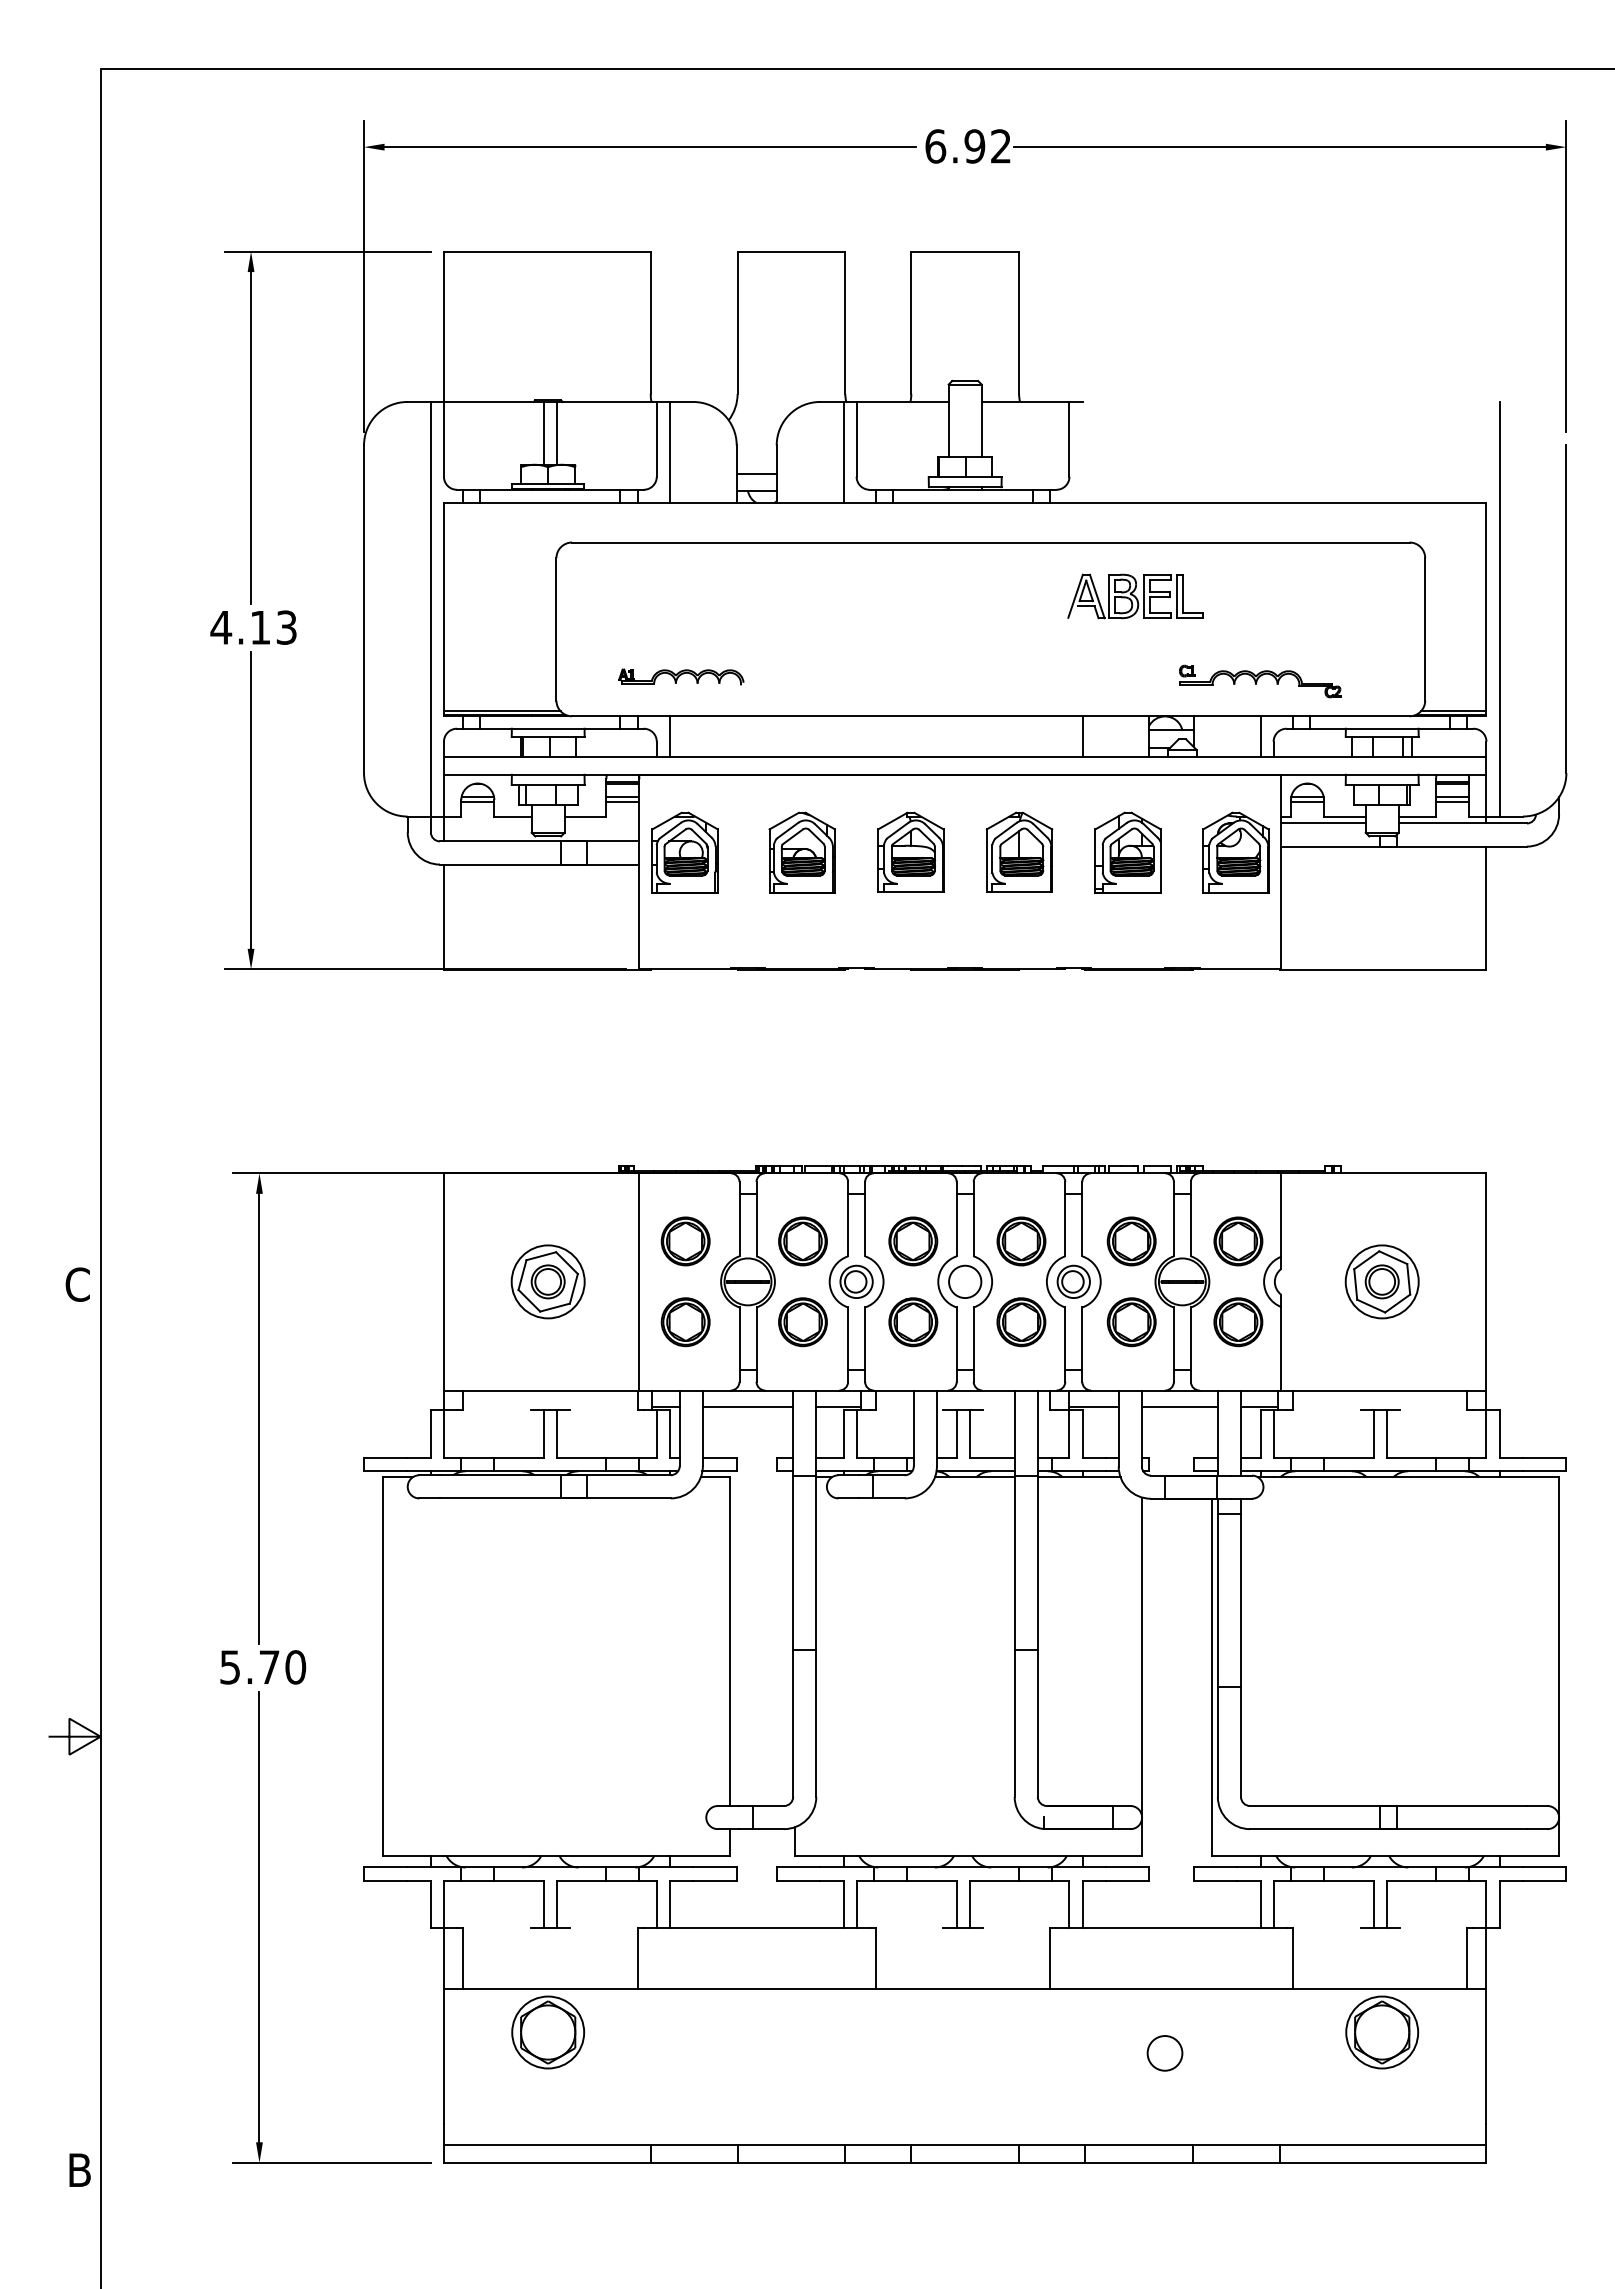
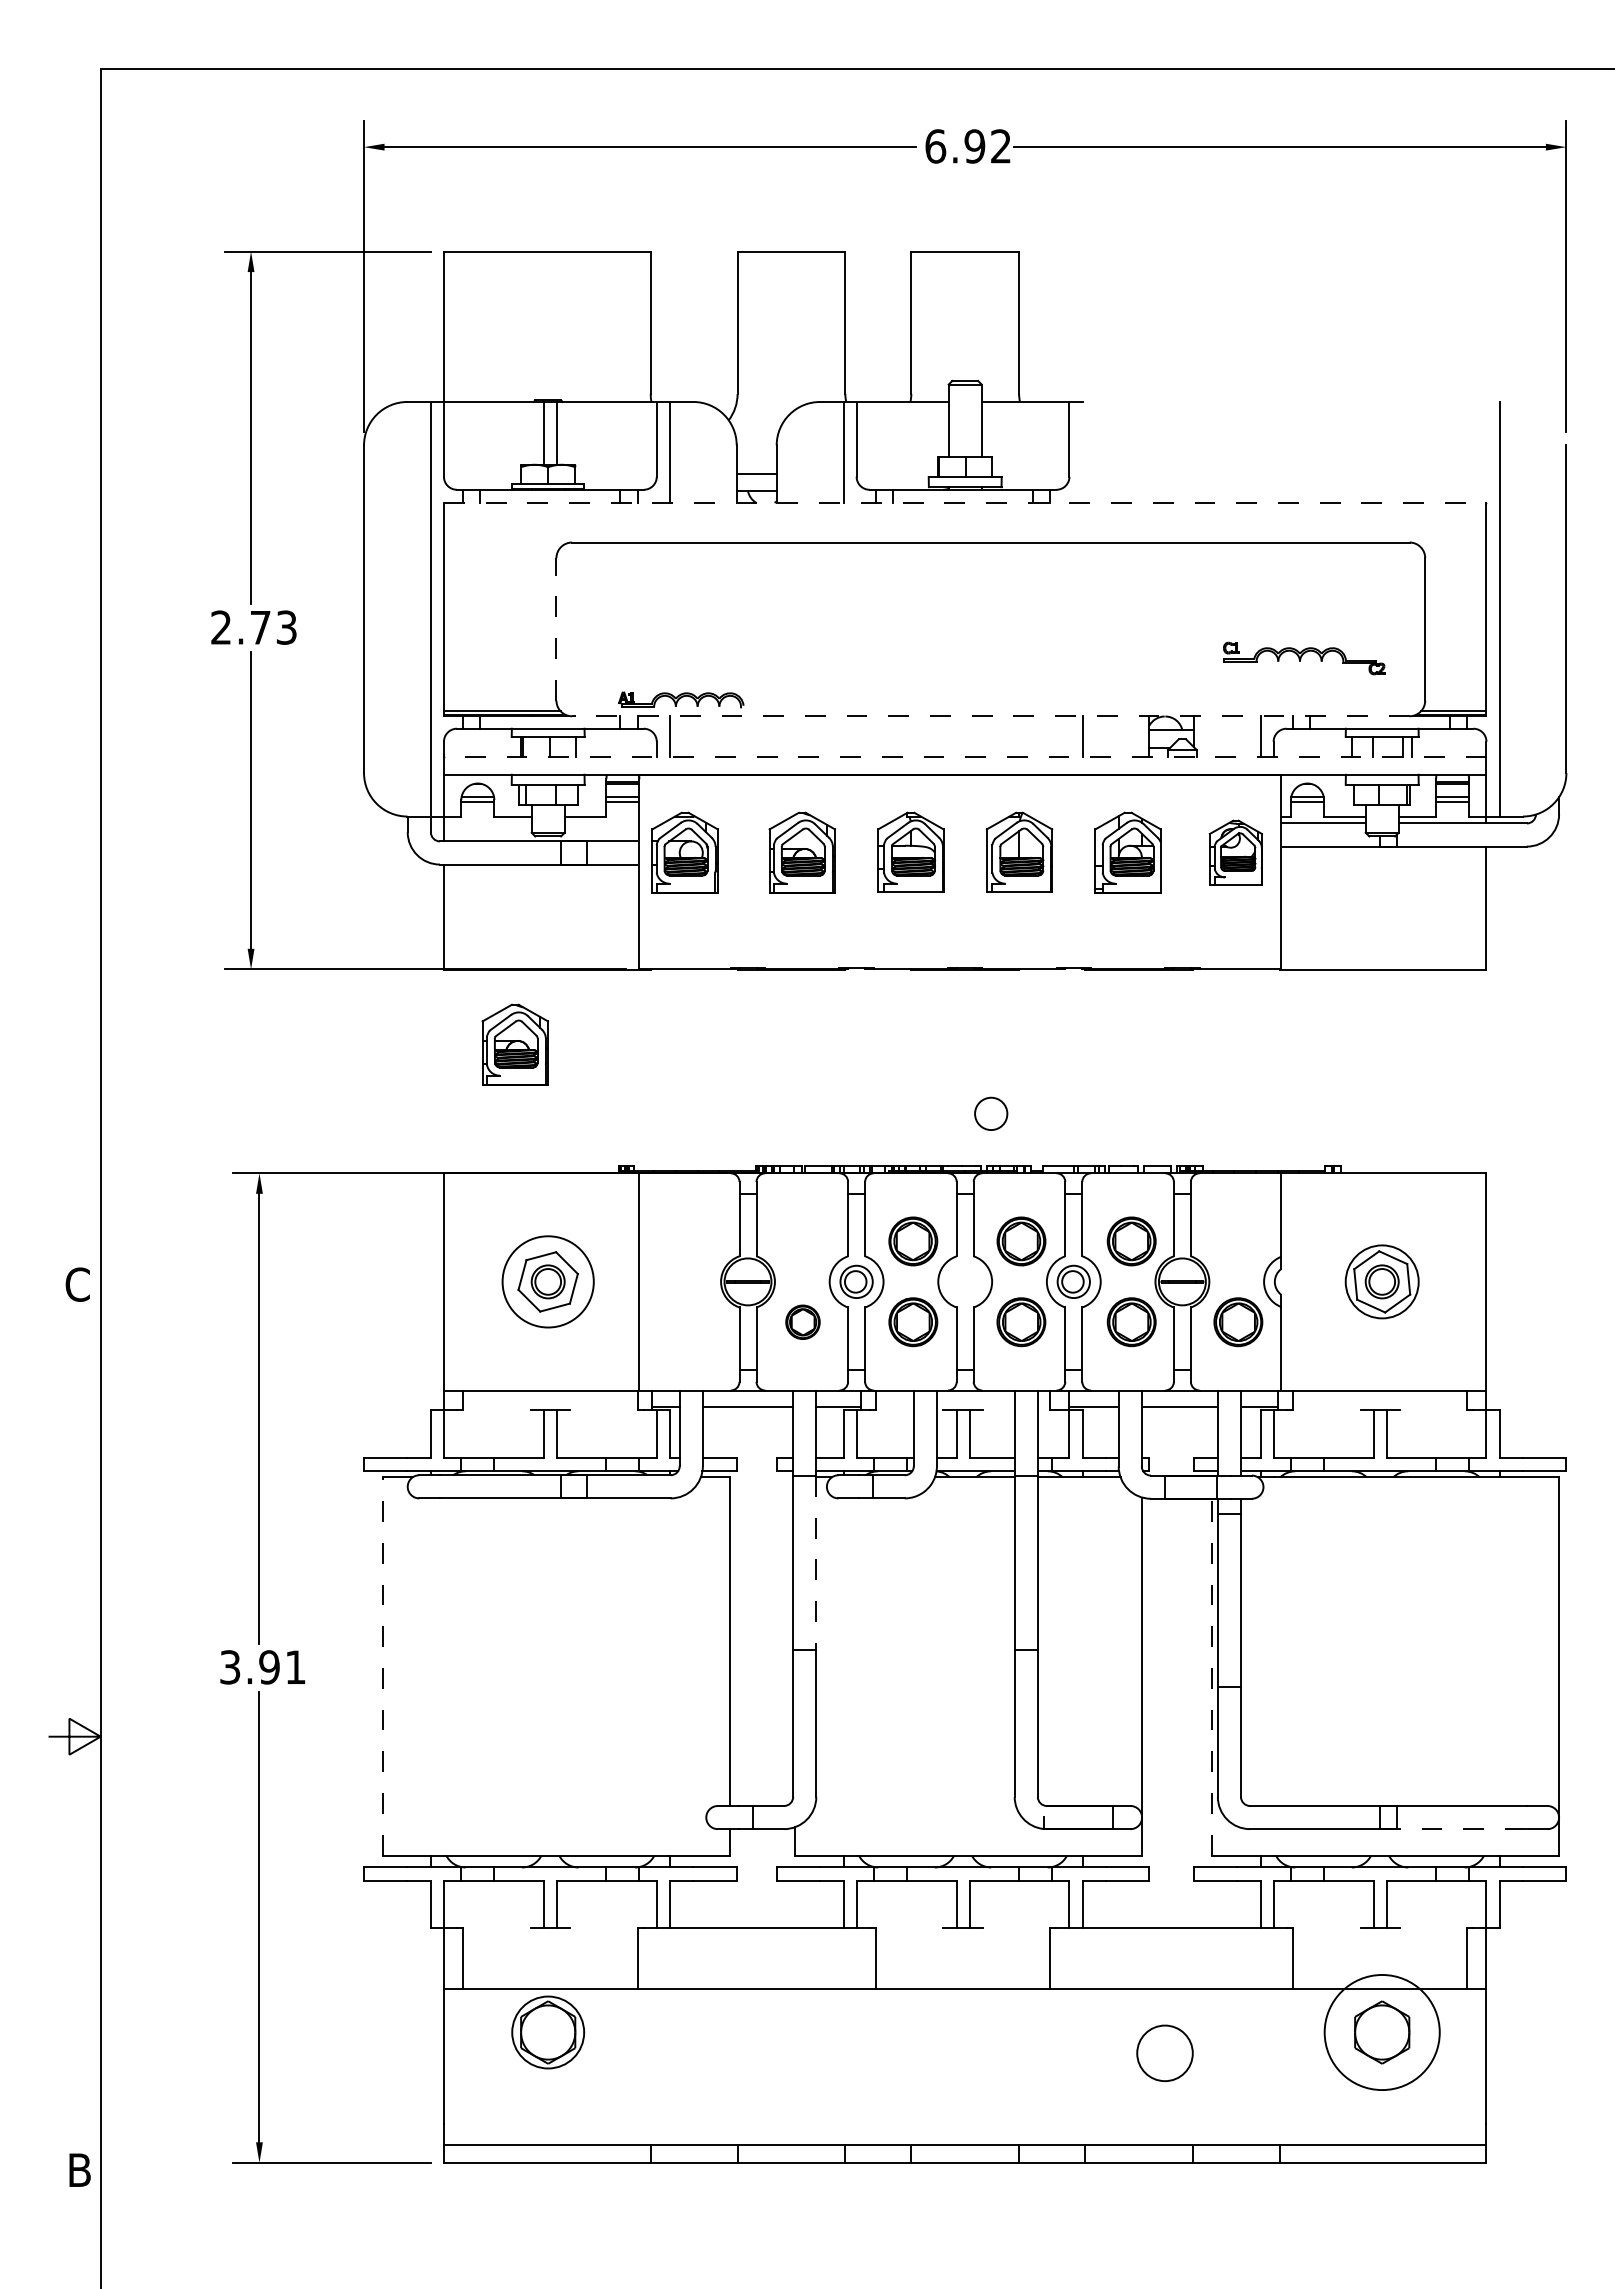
line at (965, 502): solid -> dashed
part at (1135, 596): present -> none
text at (240, 627): 4.13 -> 2.73
line at (556, 628): solid -> dashed
part at (681, 676) position: (681, 676) -> (681, 699)
part at (1260, 681) position: (1260, 681) -> (1304, 658)
line at (990, 716): solid -> dashed
line at (964, 756): solid -> dashed
part at (1235, 852) size: 68x83 px -> 55x67 px
part at (514, 1044): none -> present
part at (685, 1241): present -> none
part at (802, 1241): present -> none
part at (1238, 1241): present -> none
circle at (547, 1281) diameter: 73 px -> 91 px
circle at (965, 1281) position: (965, 1281) -> (991, 1113)
part at (685, 1322): present -> none
part at (802, 1322) size: 50x51 px -> 36x36 px
line at (816, 1562): solid -> dashed
line at (382, 1666): solid -> dashed
text at (263, 1667): 5.70 -> 3.91
line at (1212, 1676): solid -> dashed
line at (1453, 1829): solid -> dashed
circle at (1382, 2032) diameter: 72 px -> 115 px
circle at (1164, 2053) diameter: 35 px -> 56 px
